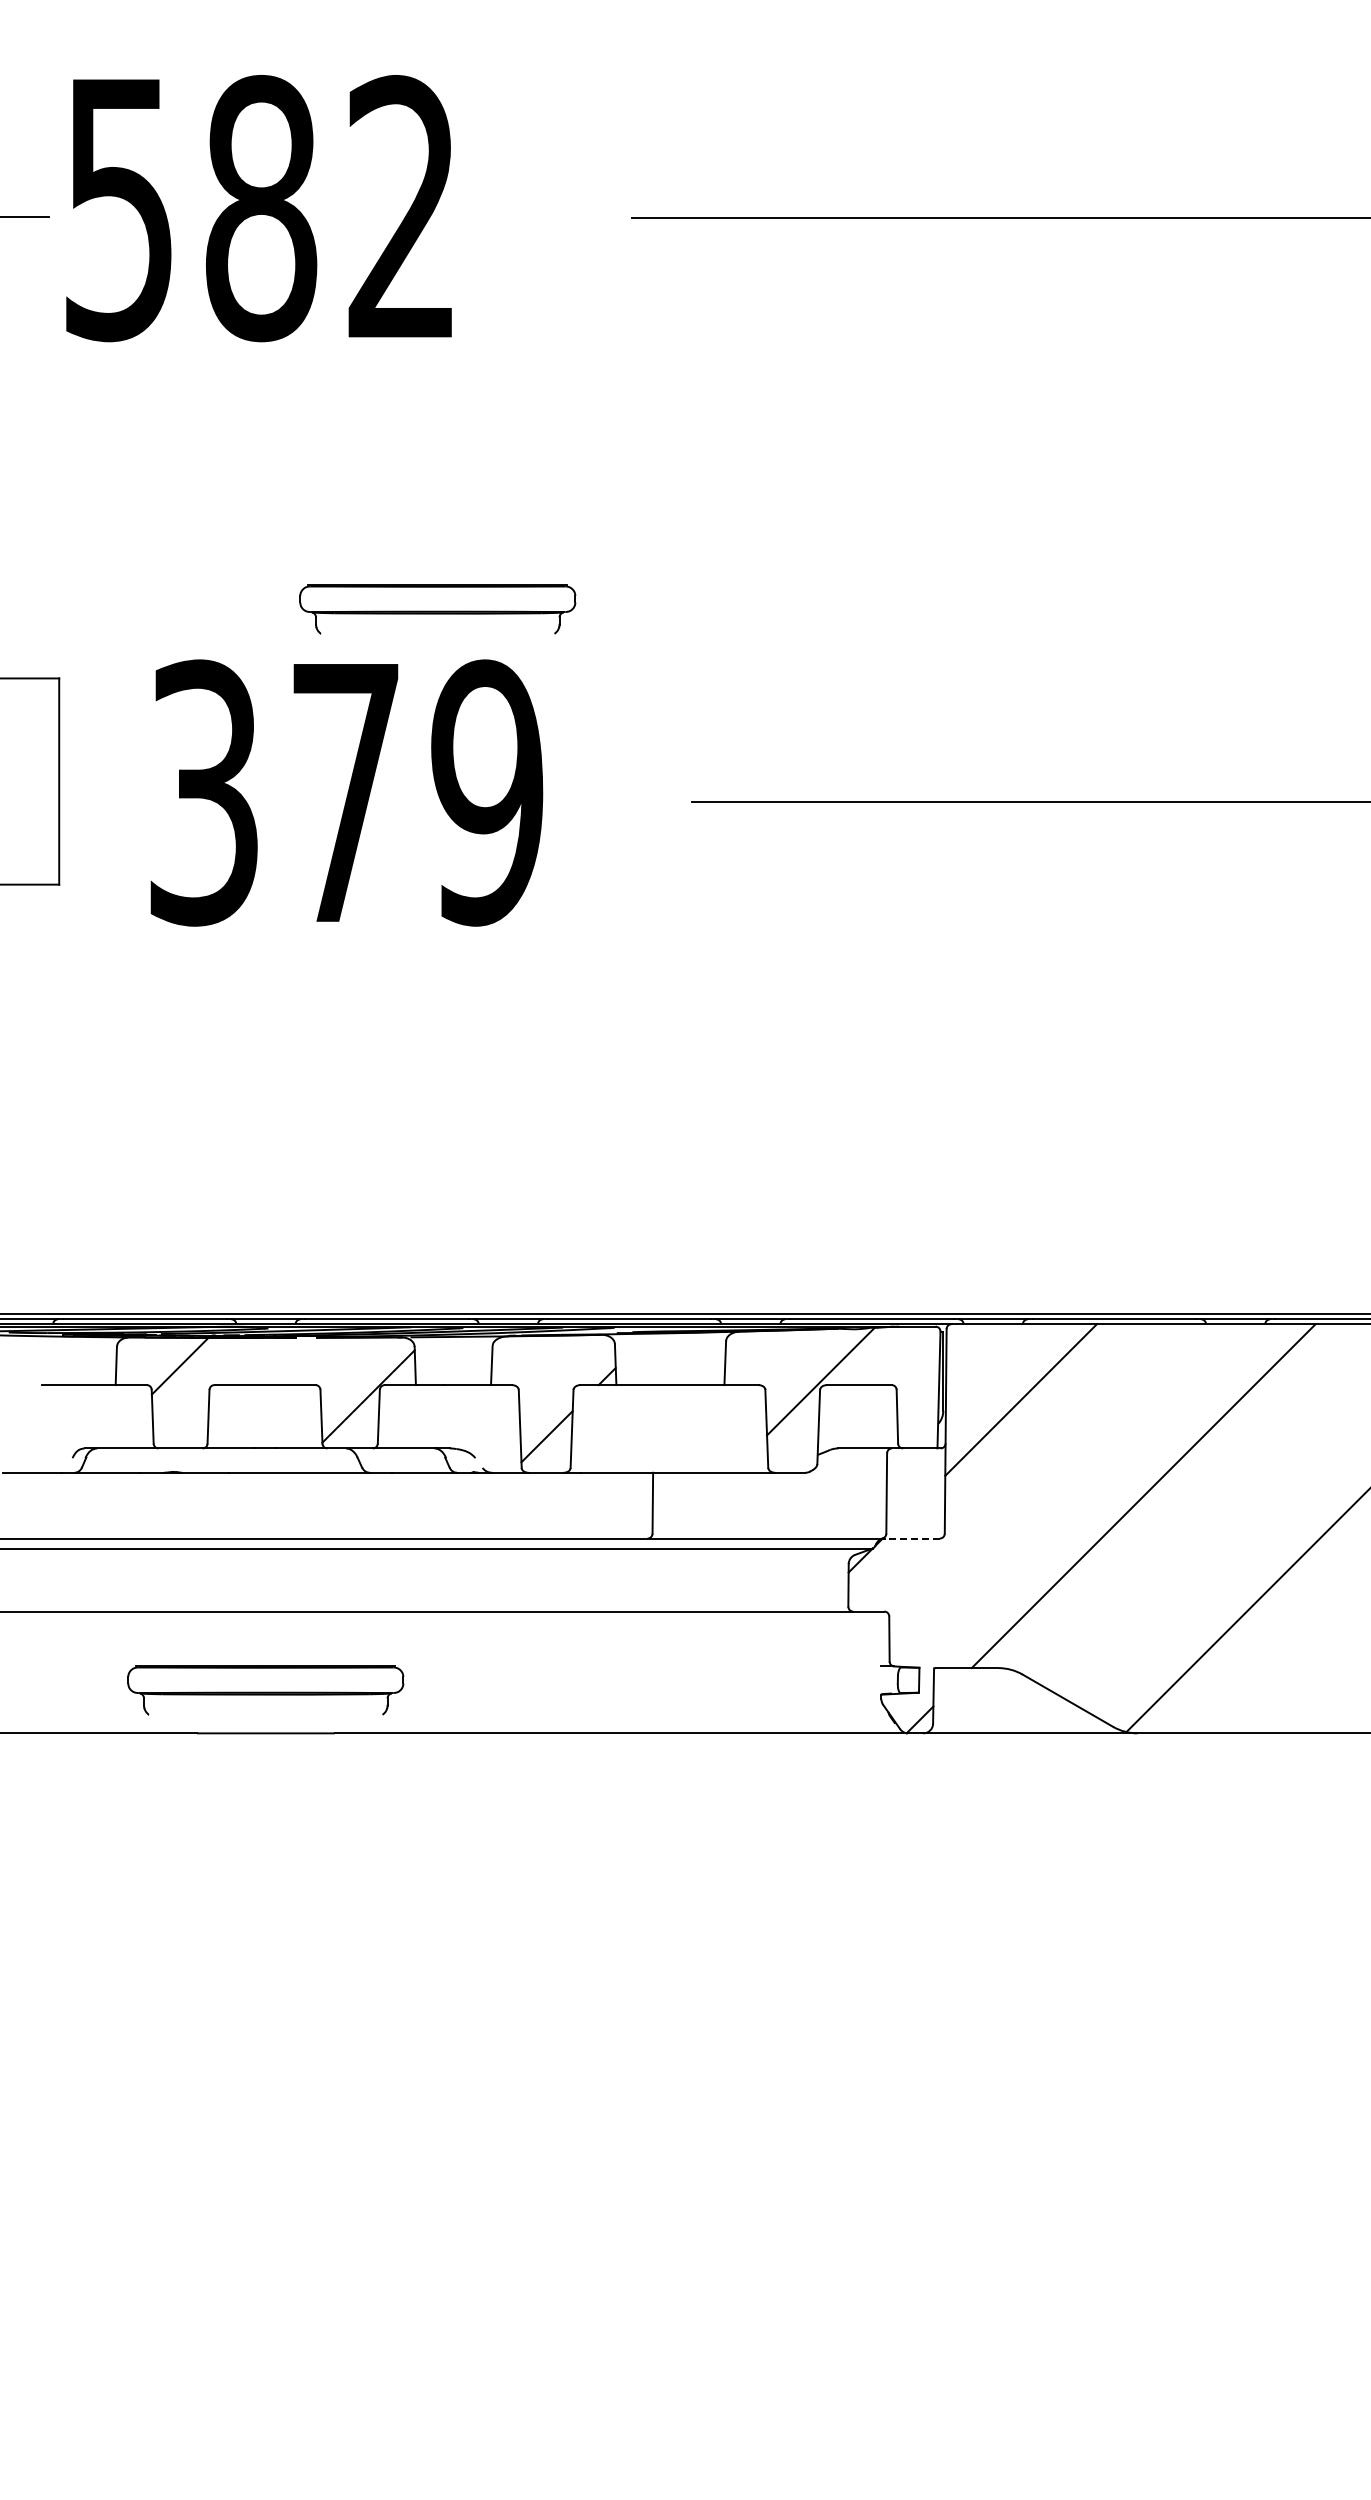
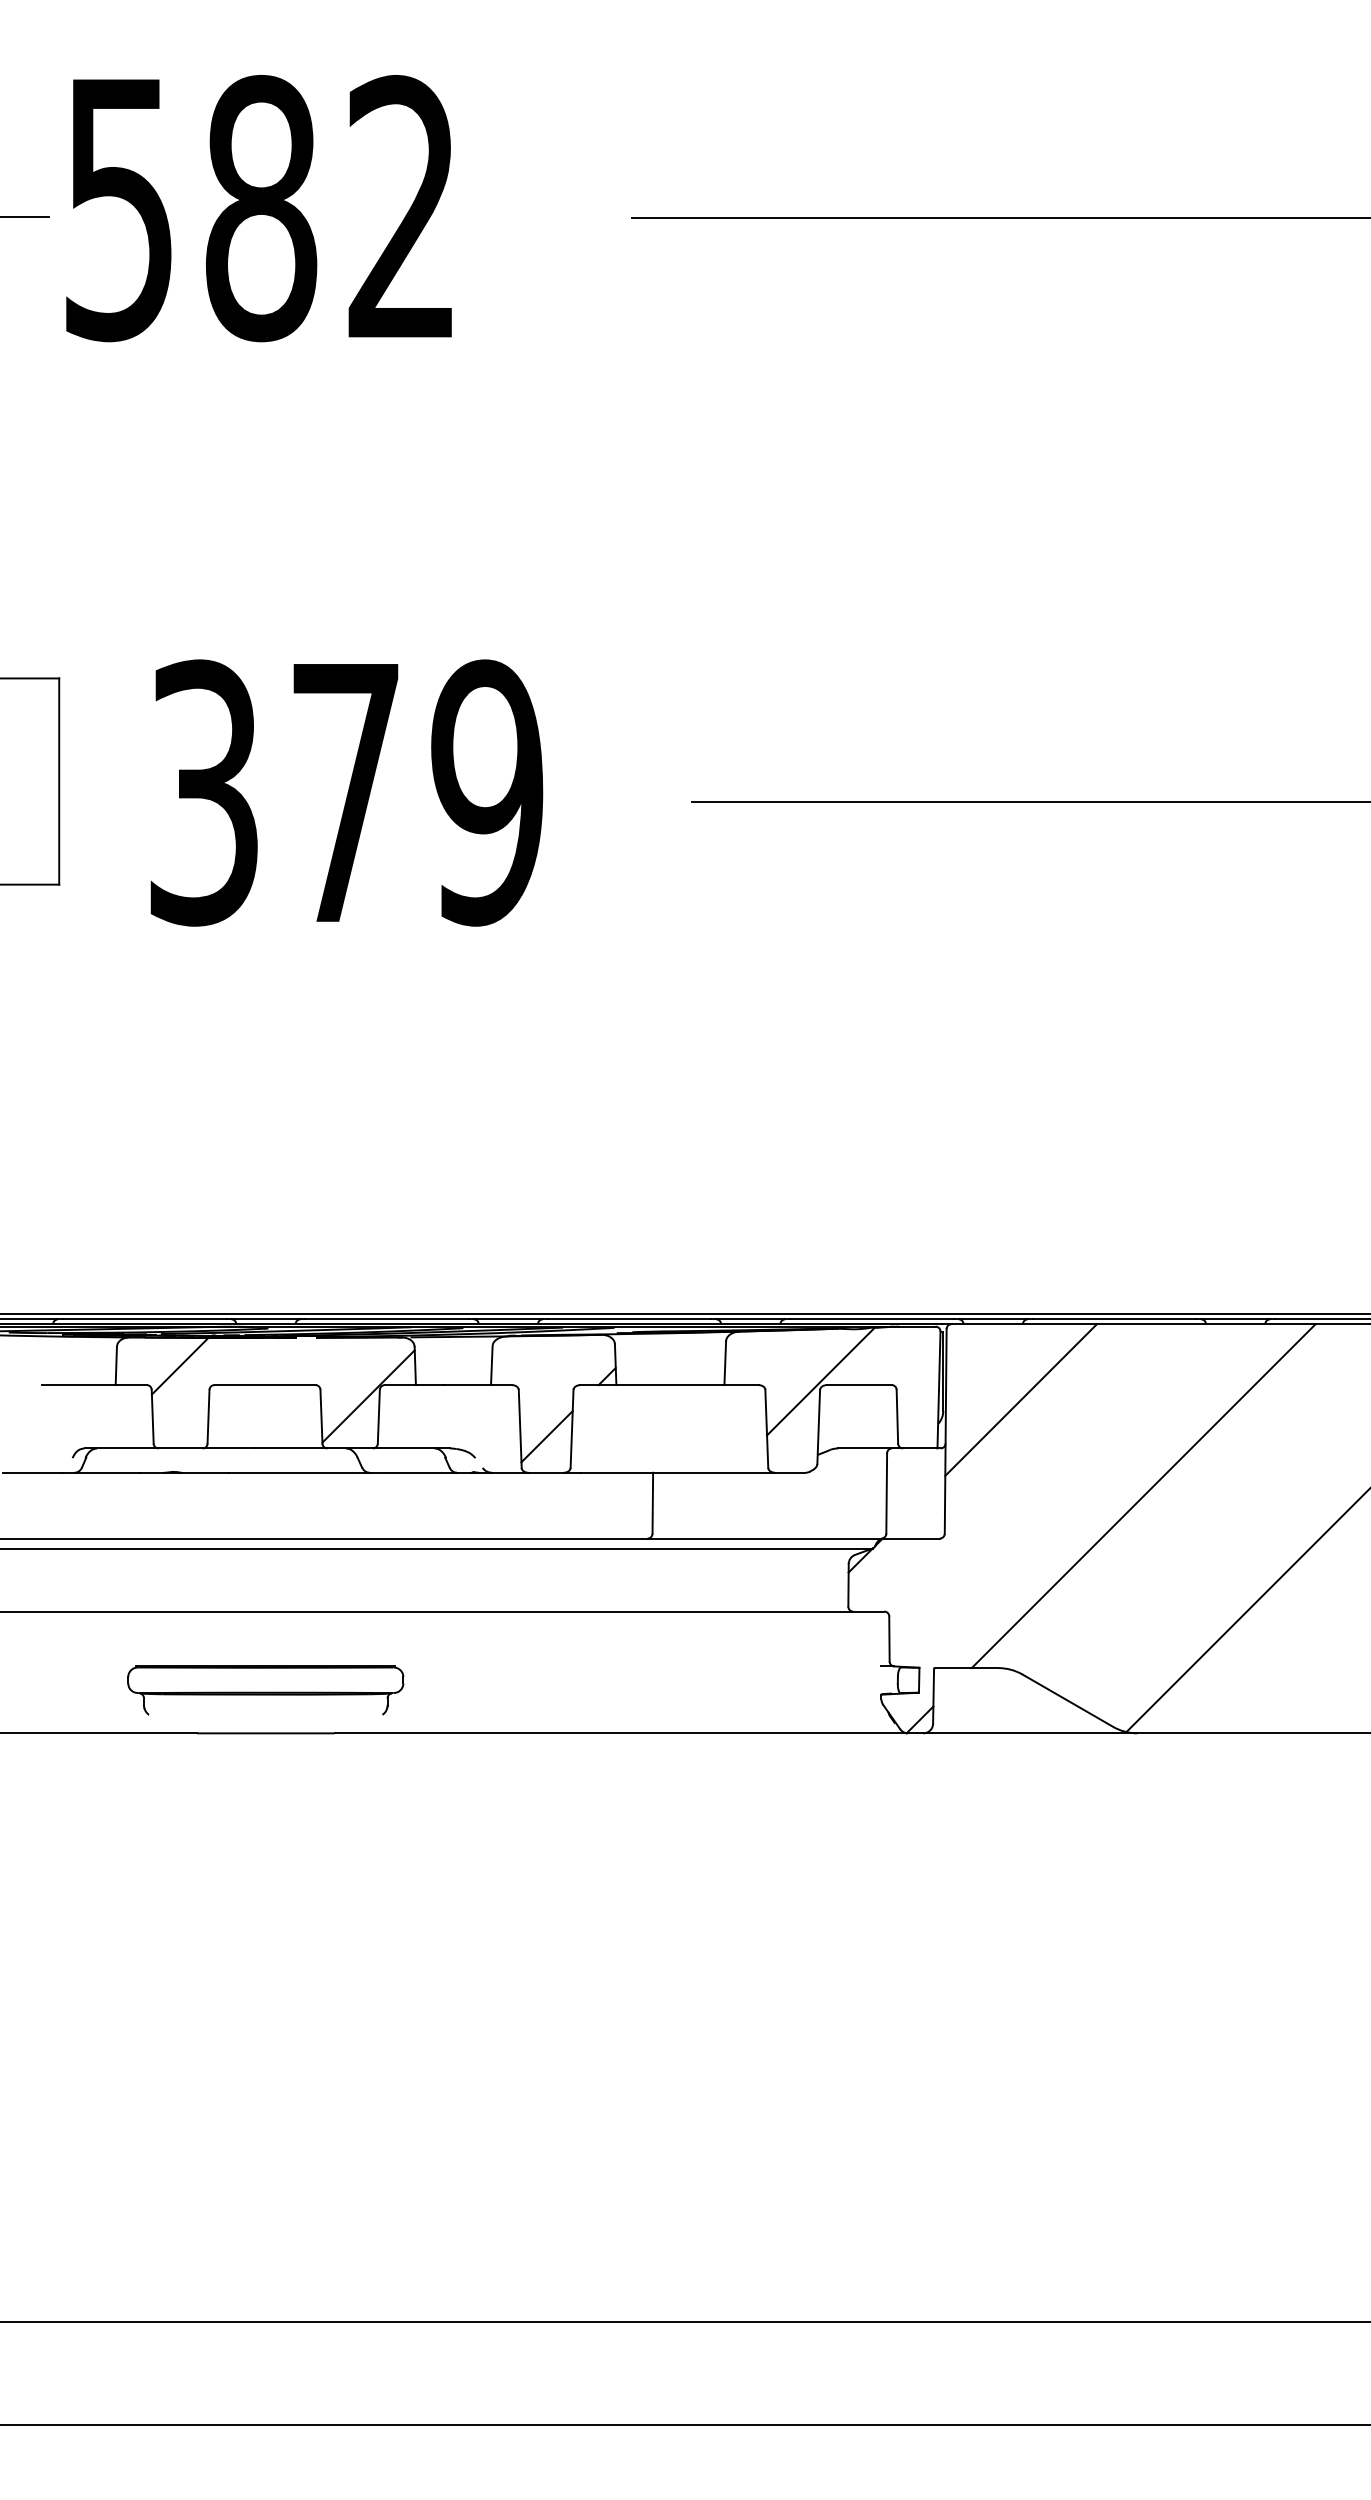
part at (437, 609): present -> none
line at (912, 1538): dashed -> solid
line at (684, 2322): none -> present
line at (684, 2425): none -> present
